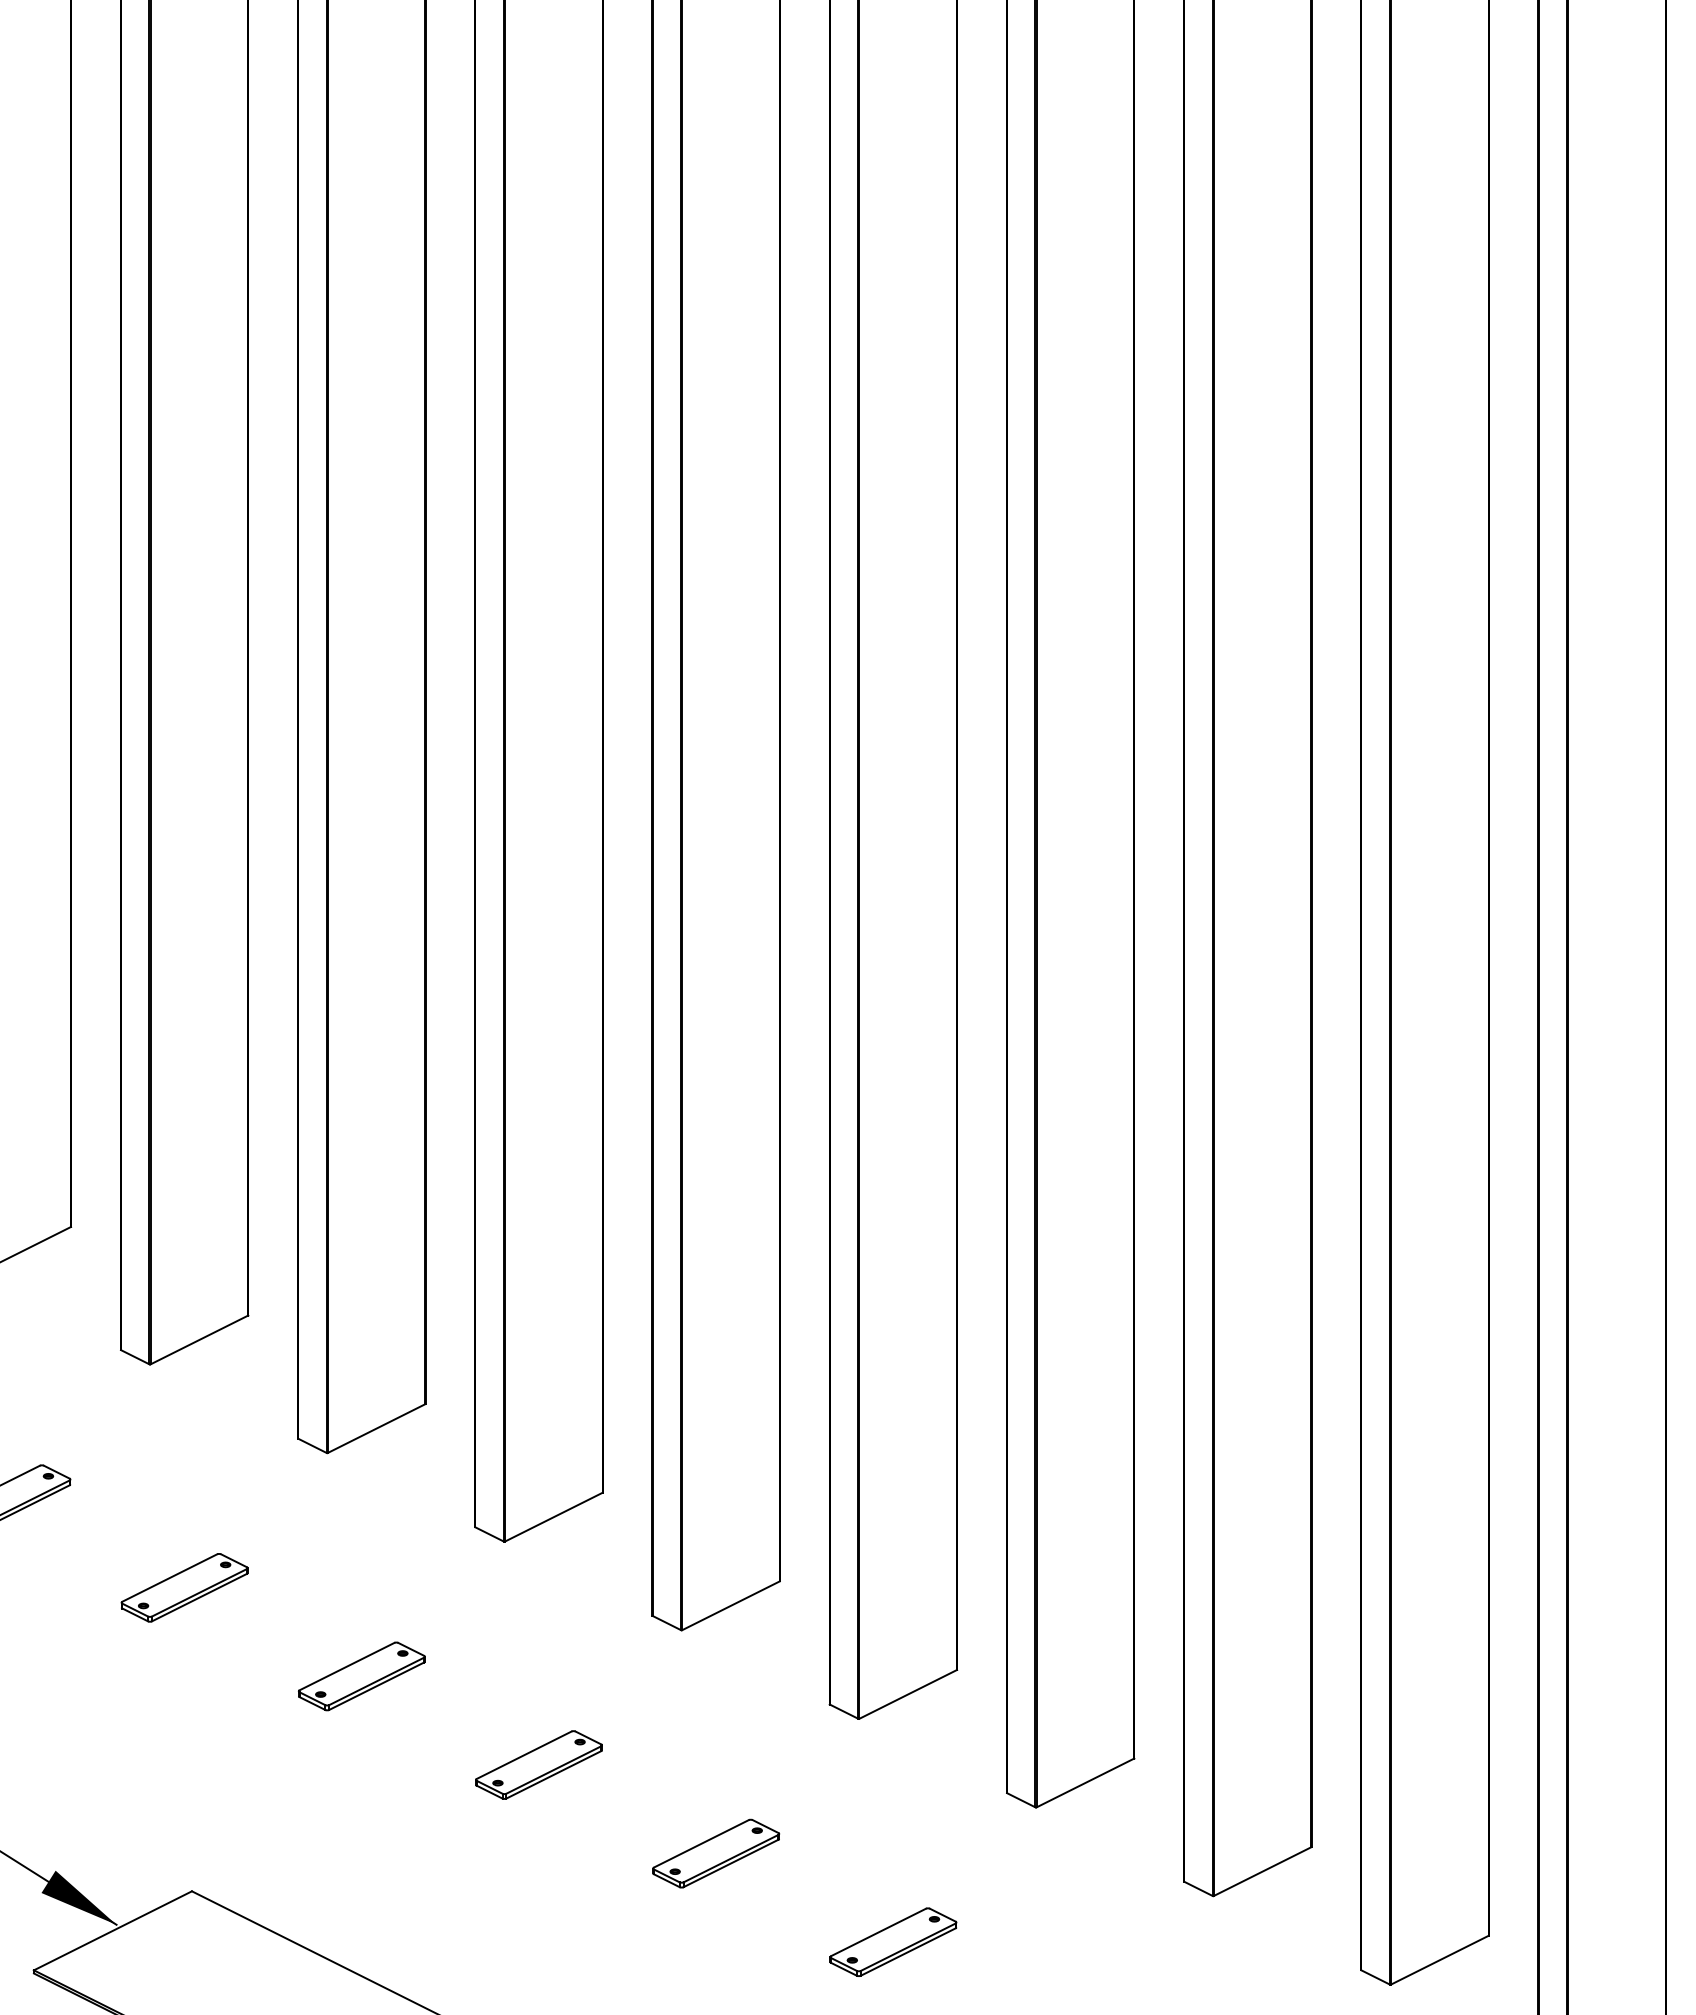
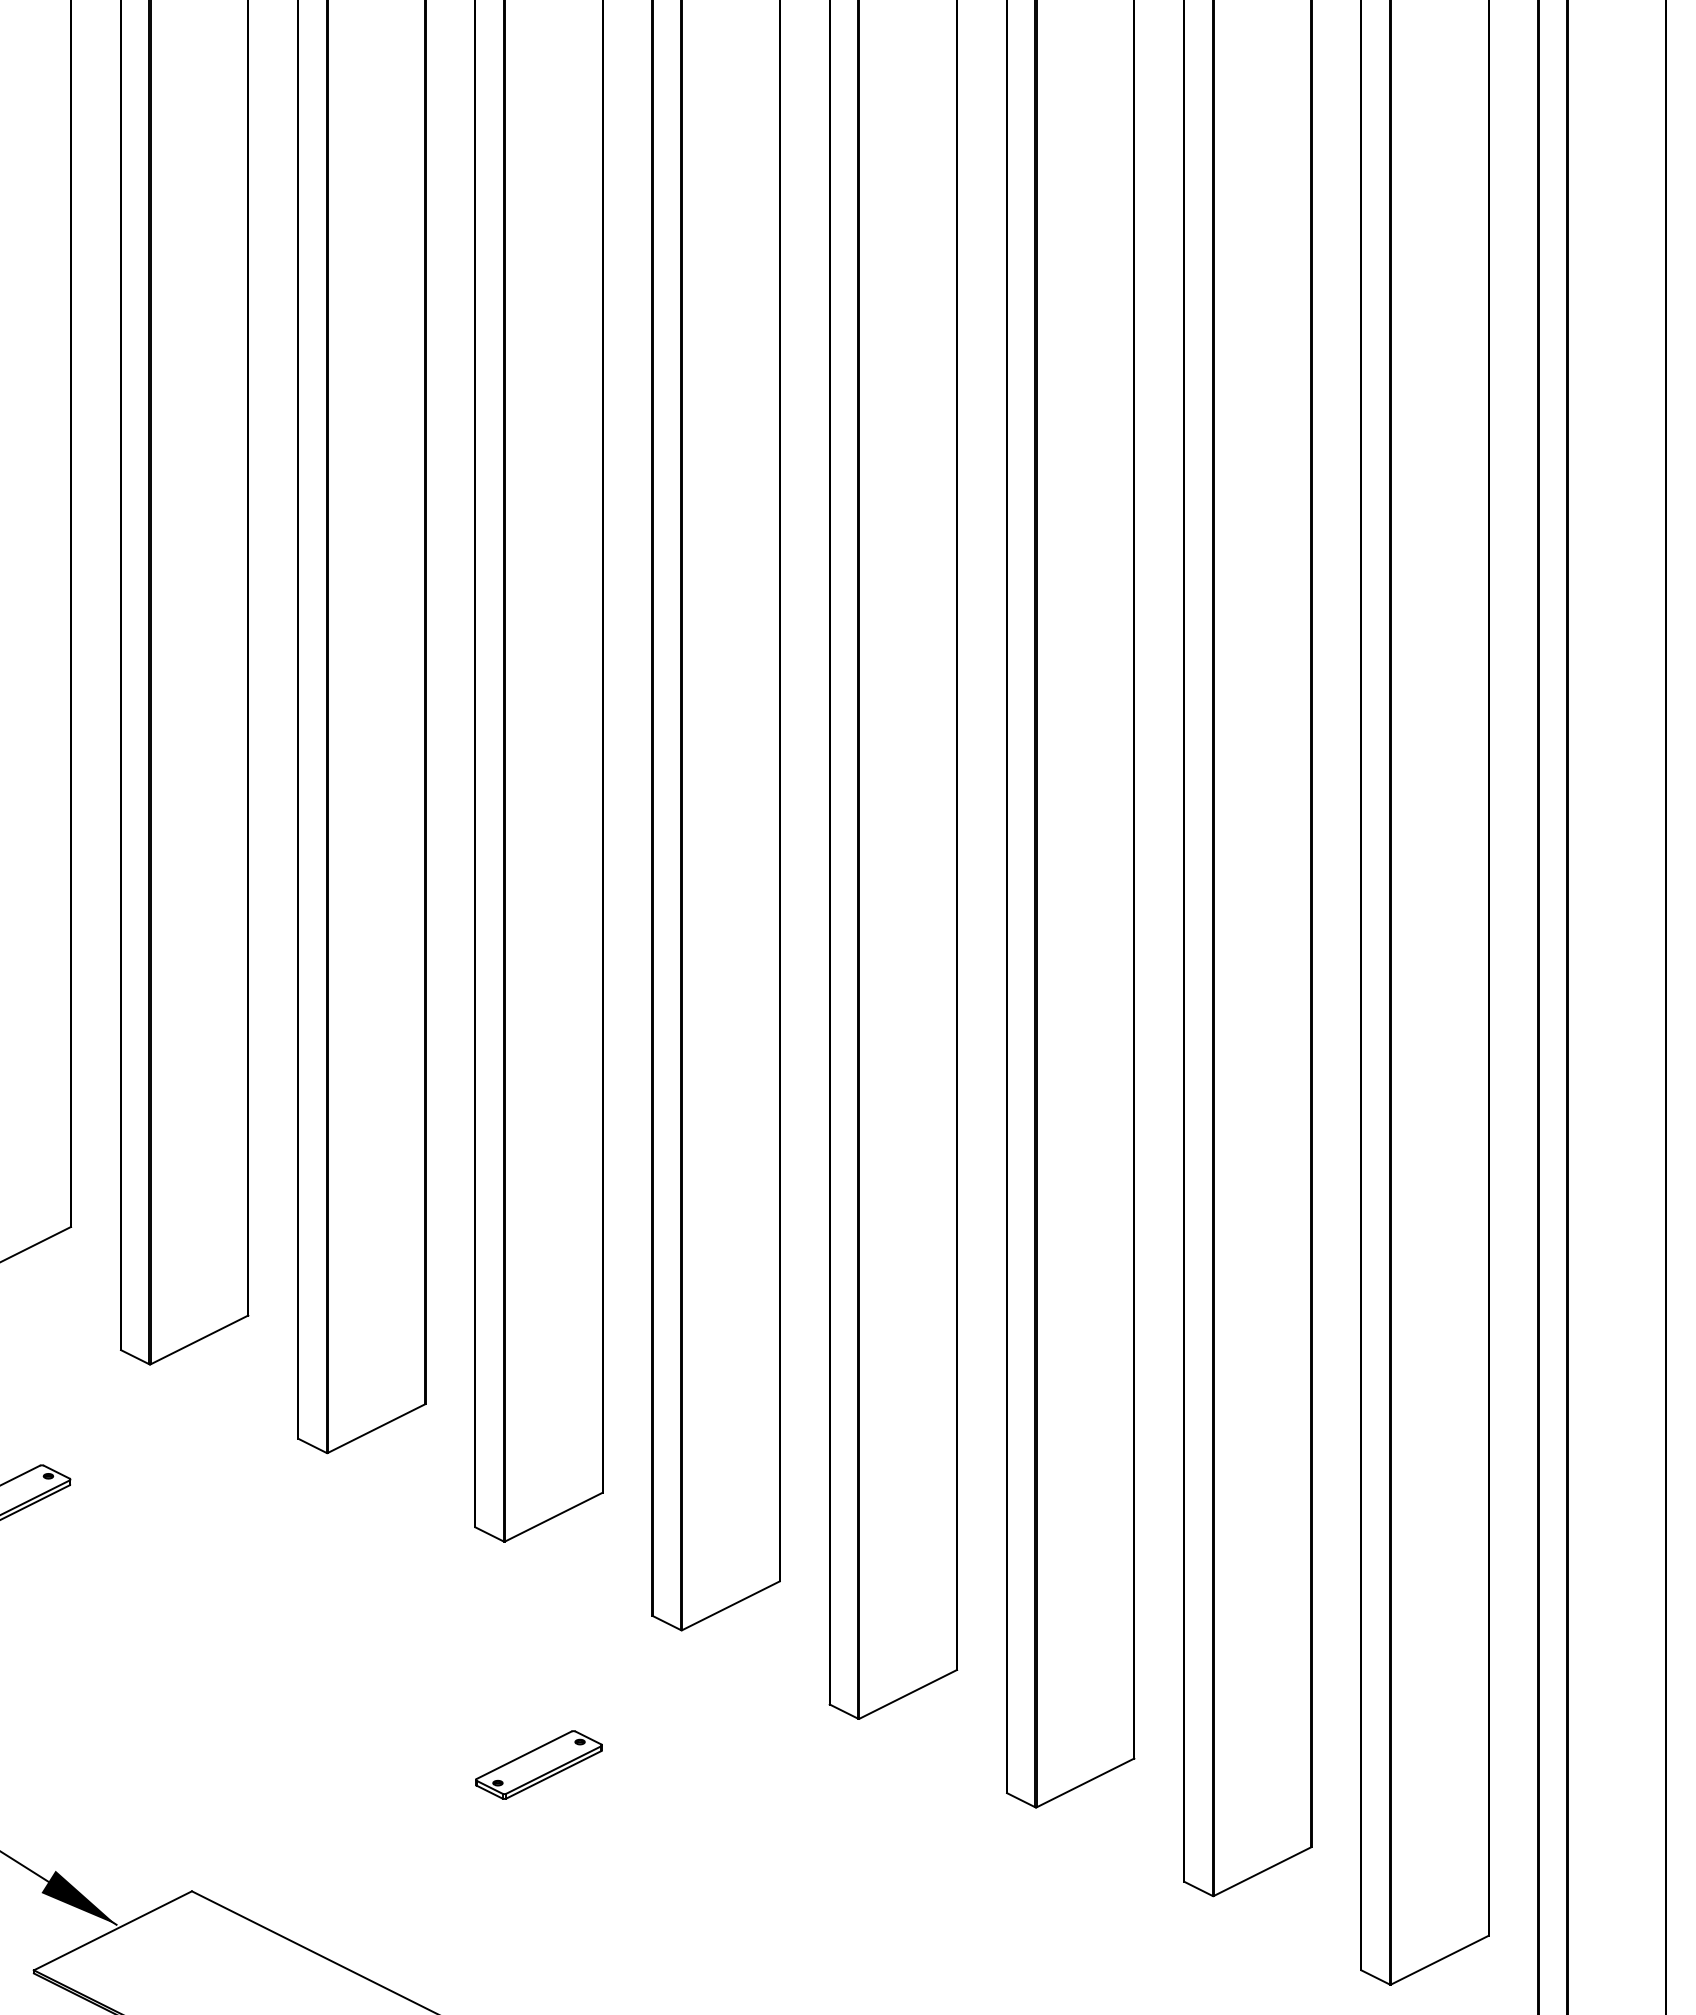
part at (184, 1587): present -> none
part at (361, 1676): present -> none
part at (716, 1853): present -> none
part at (893, 1941): present -> none
